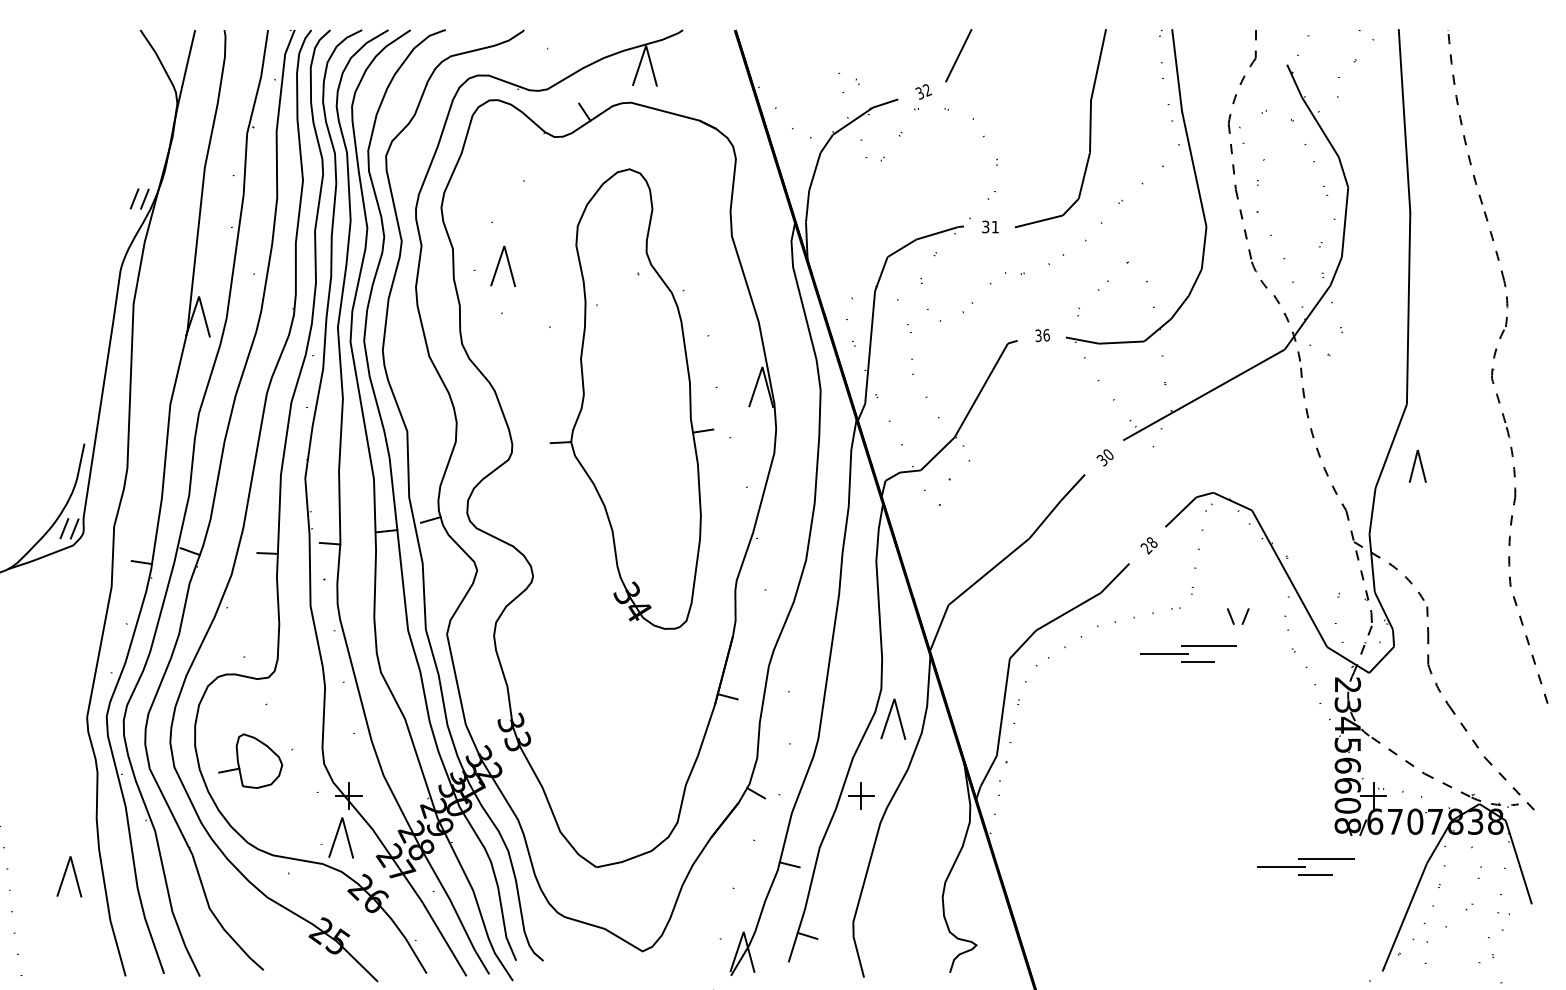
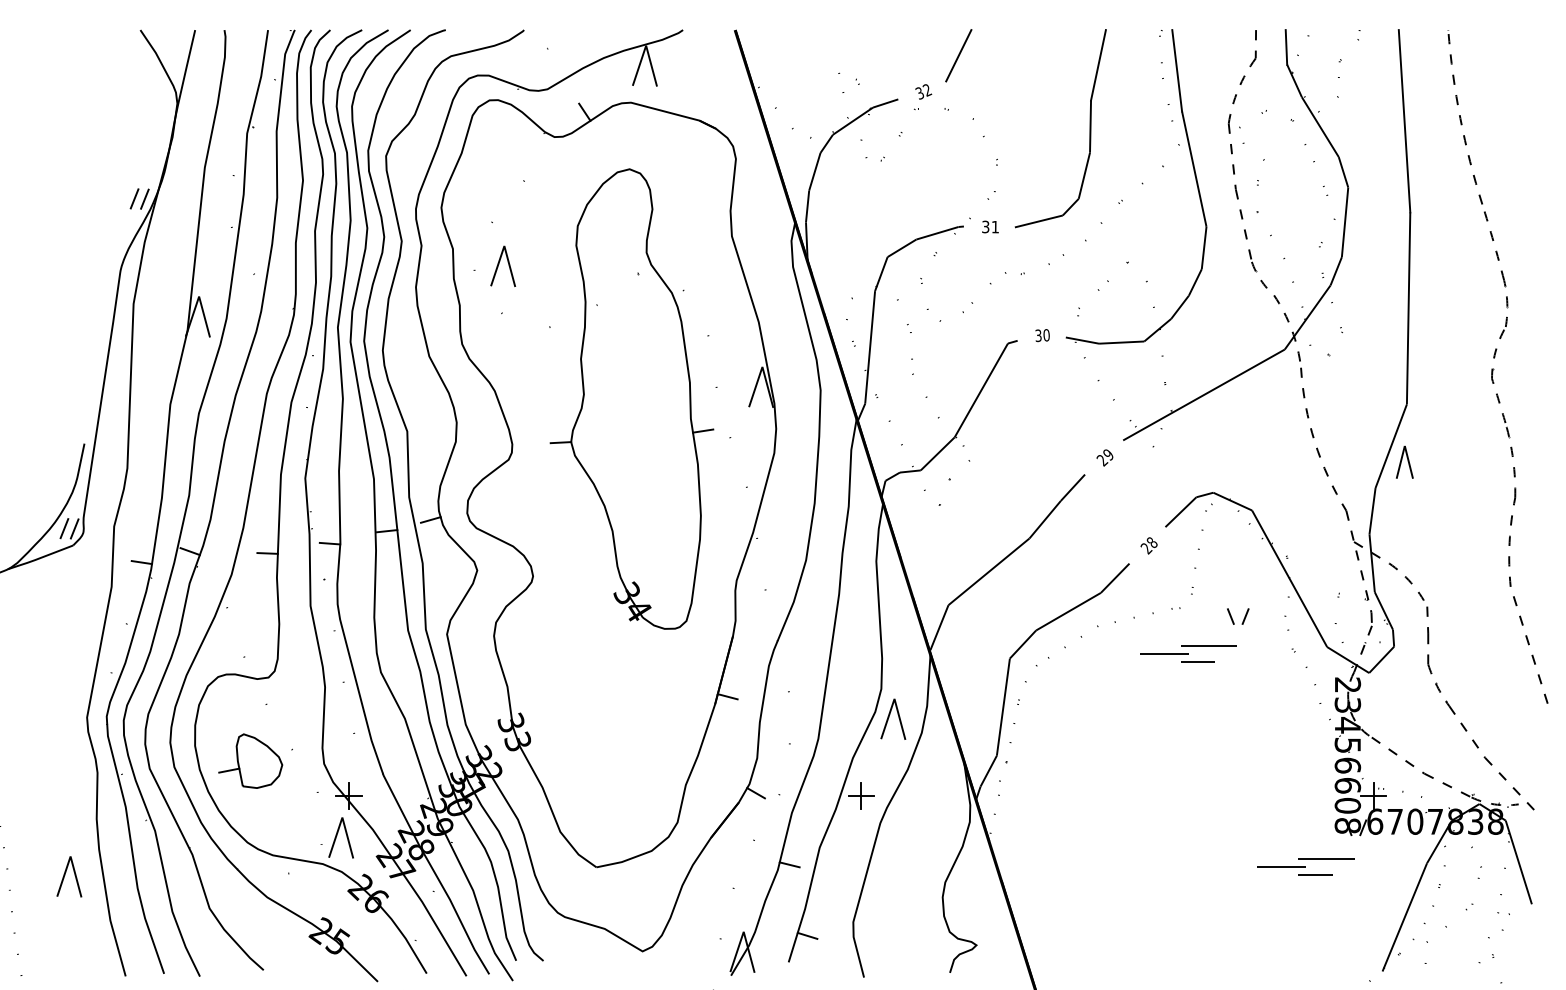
line at (1286, 47): none -> present
part at (1356, 59) position: (1356, 59) -> (1341, 59)
text at (1046, 335): 36 -> 30
text at (1104, 458): 30 -> 29
part at (1417, 465) position: (1417, 465) -> (1404, 461)
